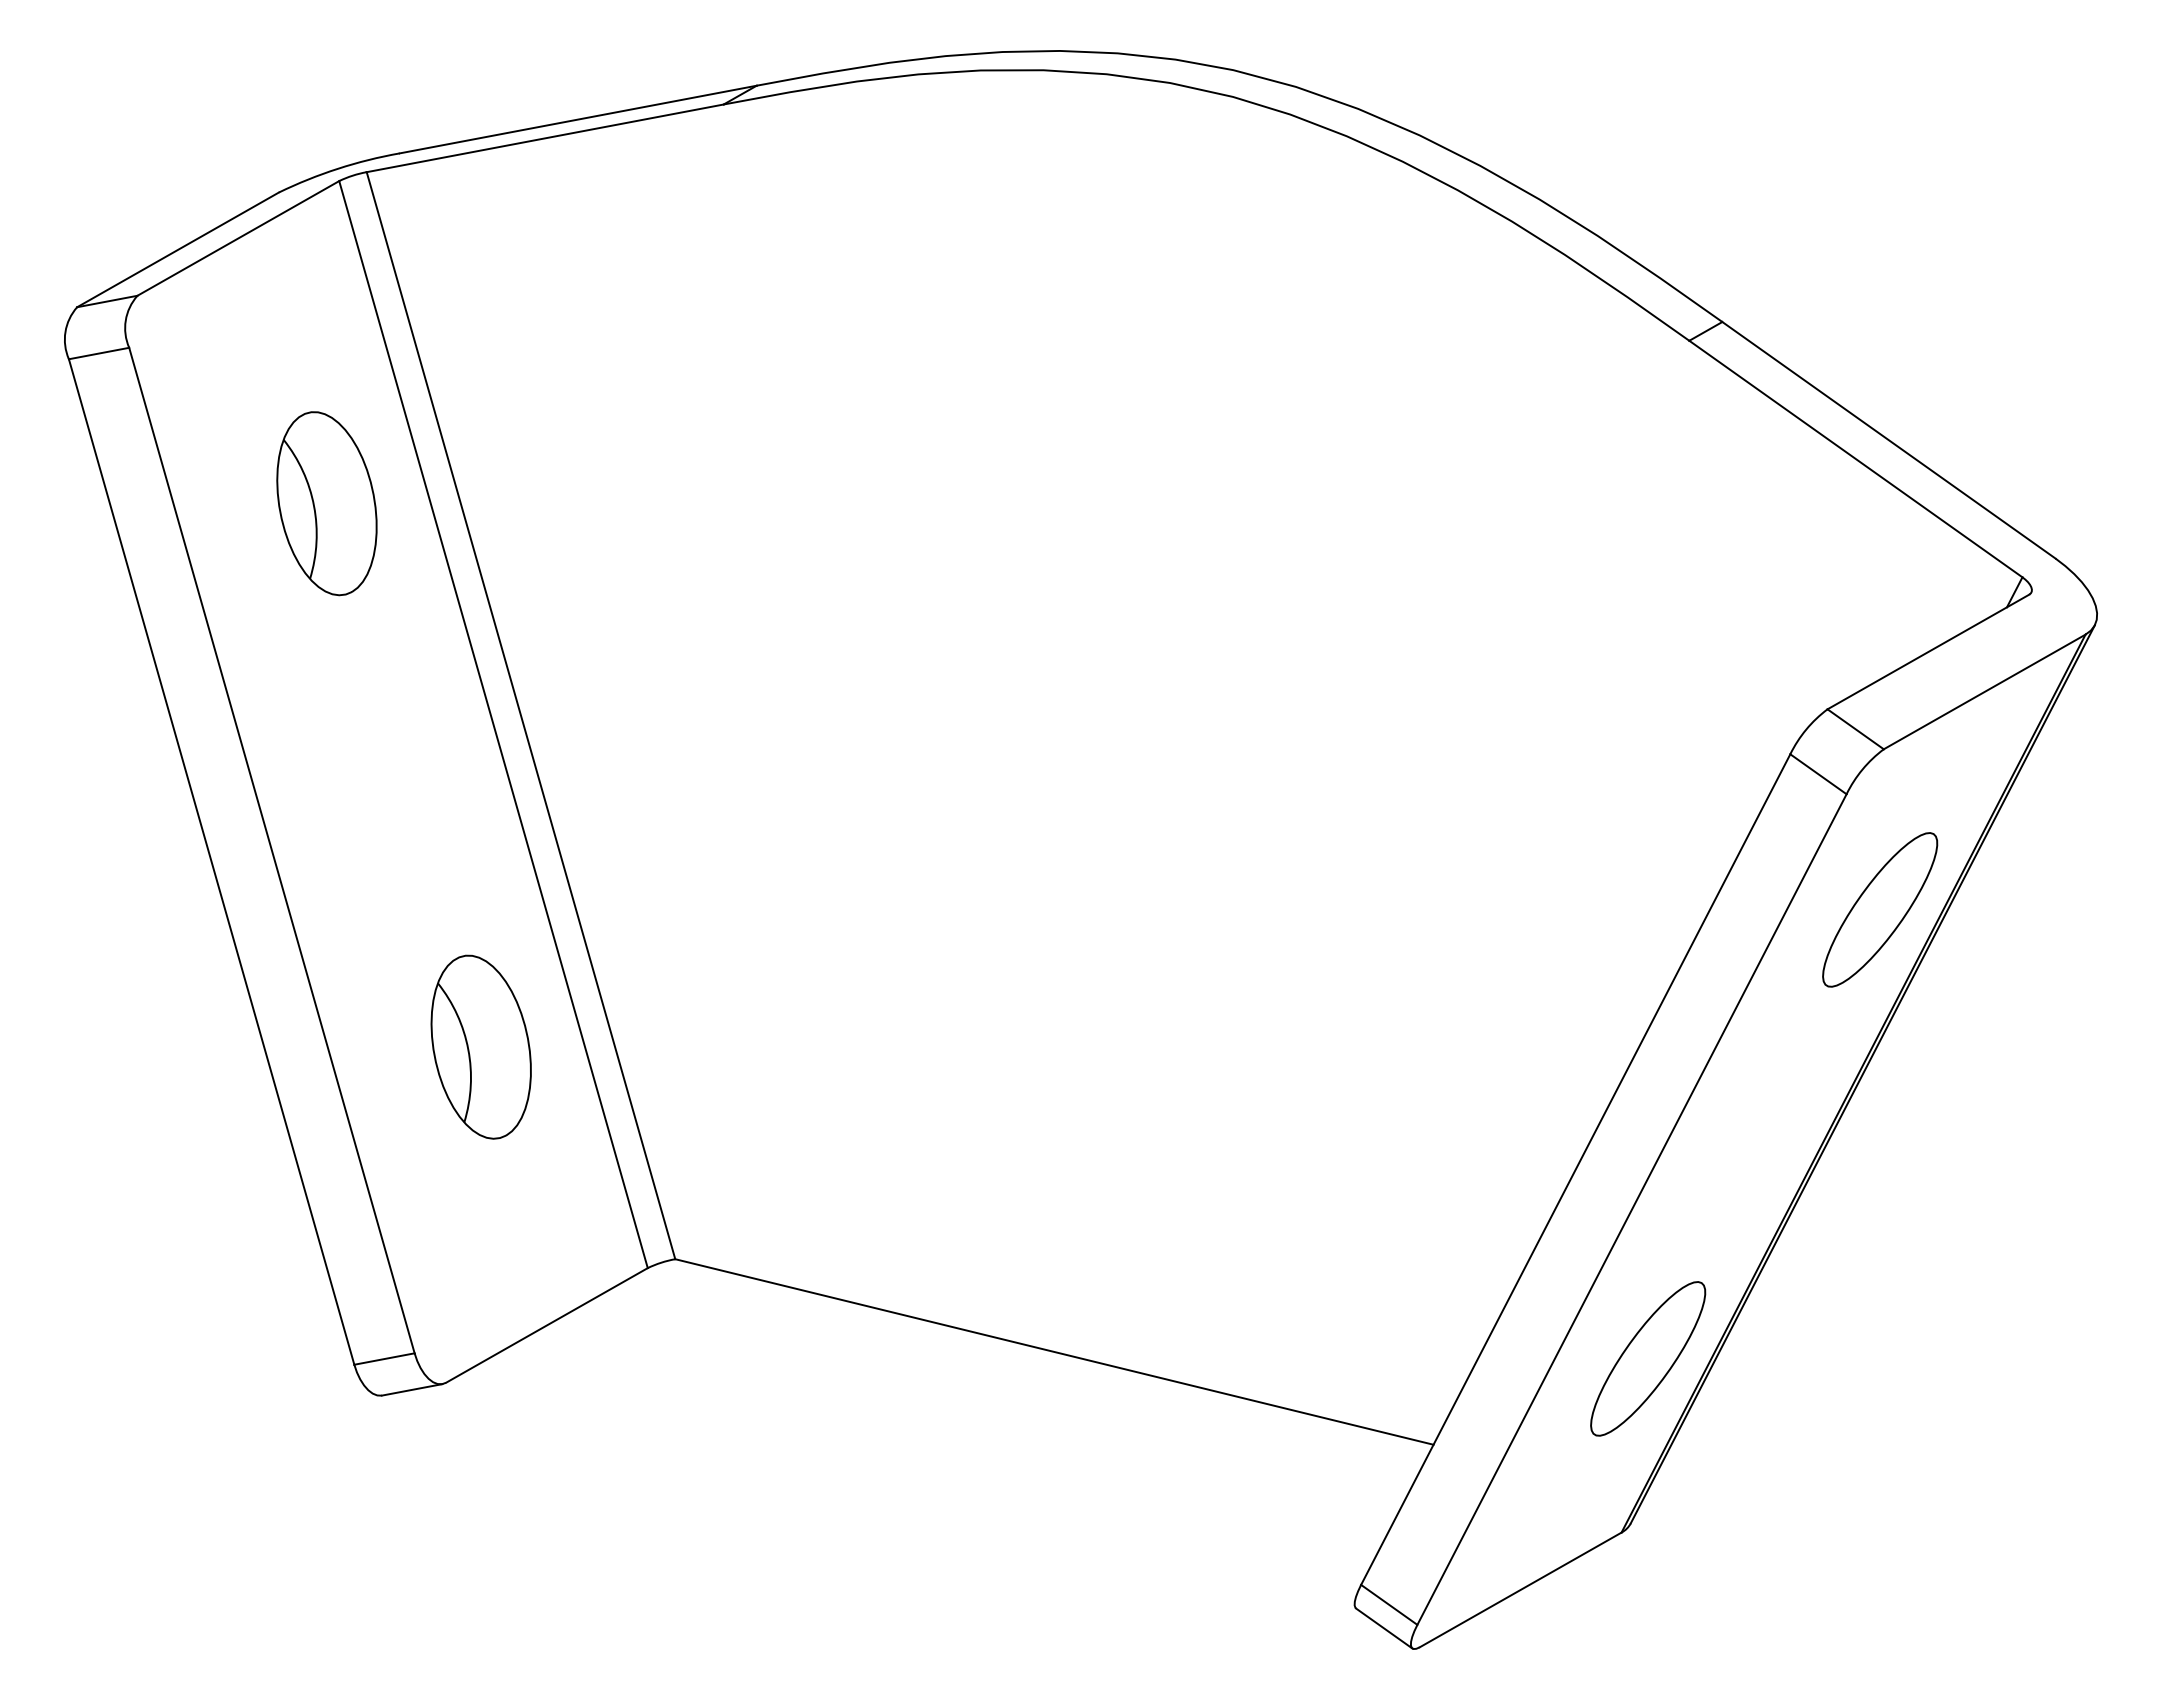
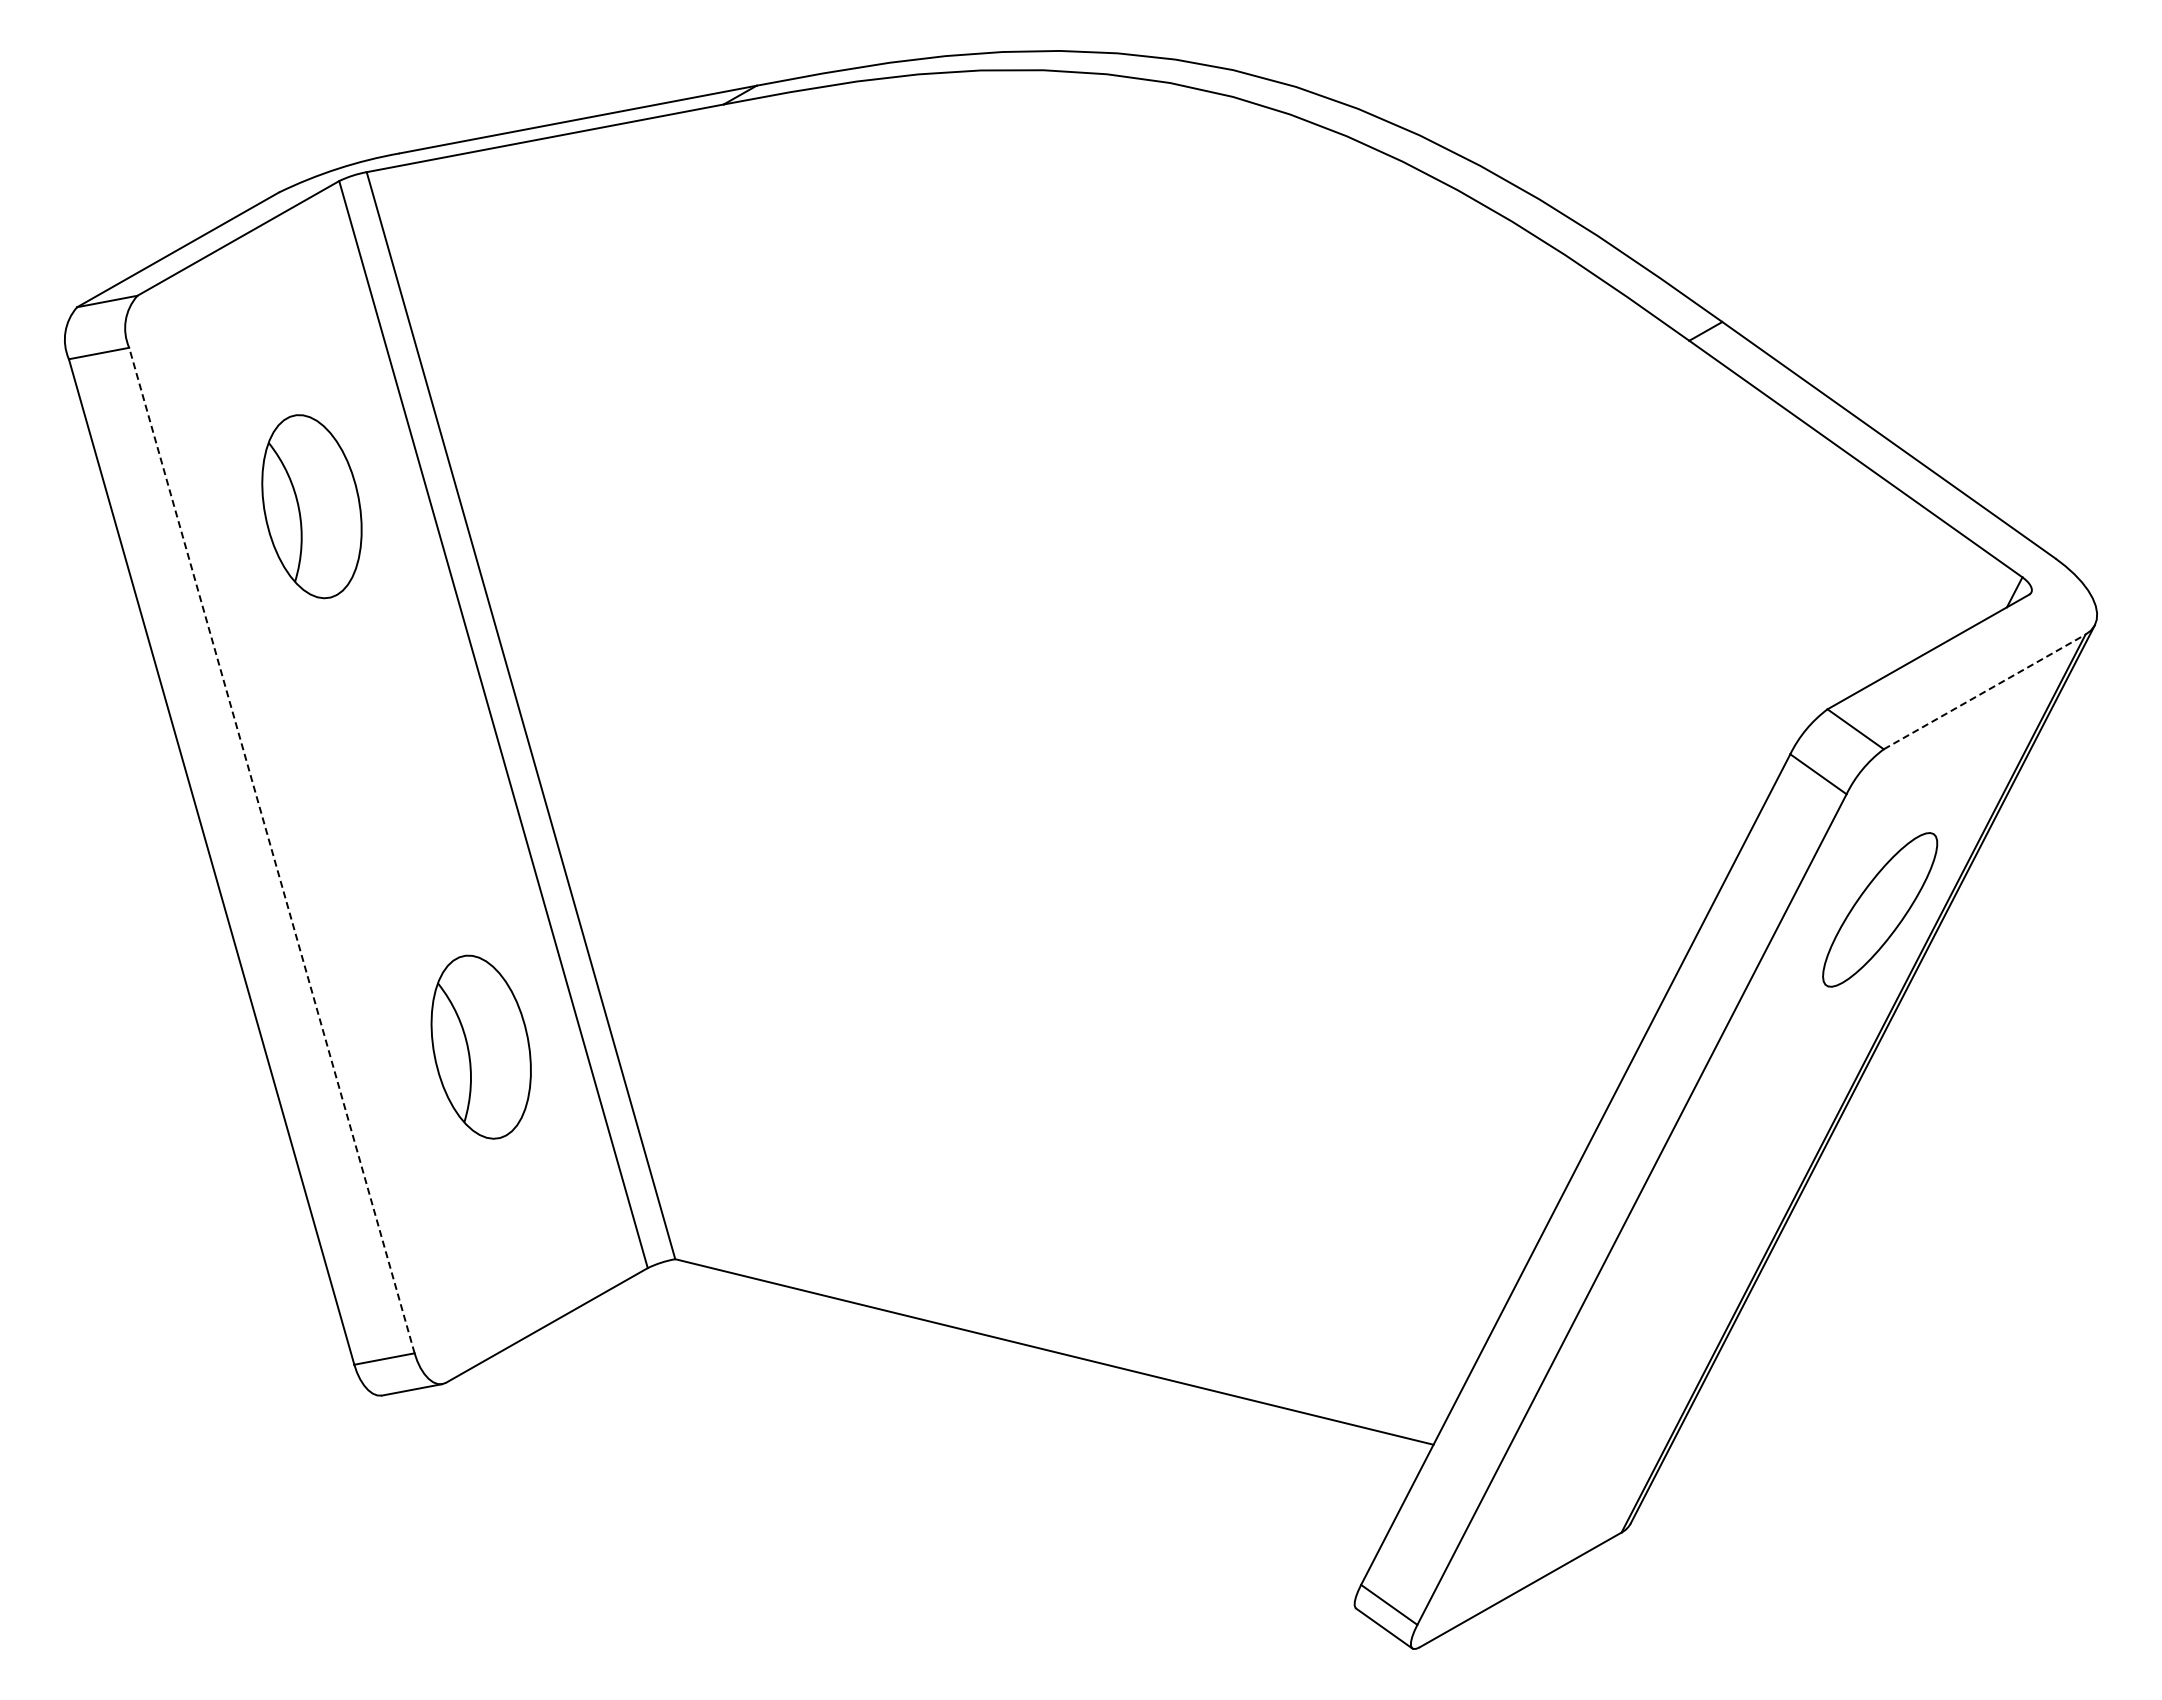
part at (326, 503) position: (326, 503) -> (311, 506)
line at (1985, 691): solid -> dashed
line at (271, 850): solid -> dashed
part at (1648, 1358): present -> none
